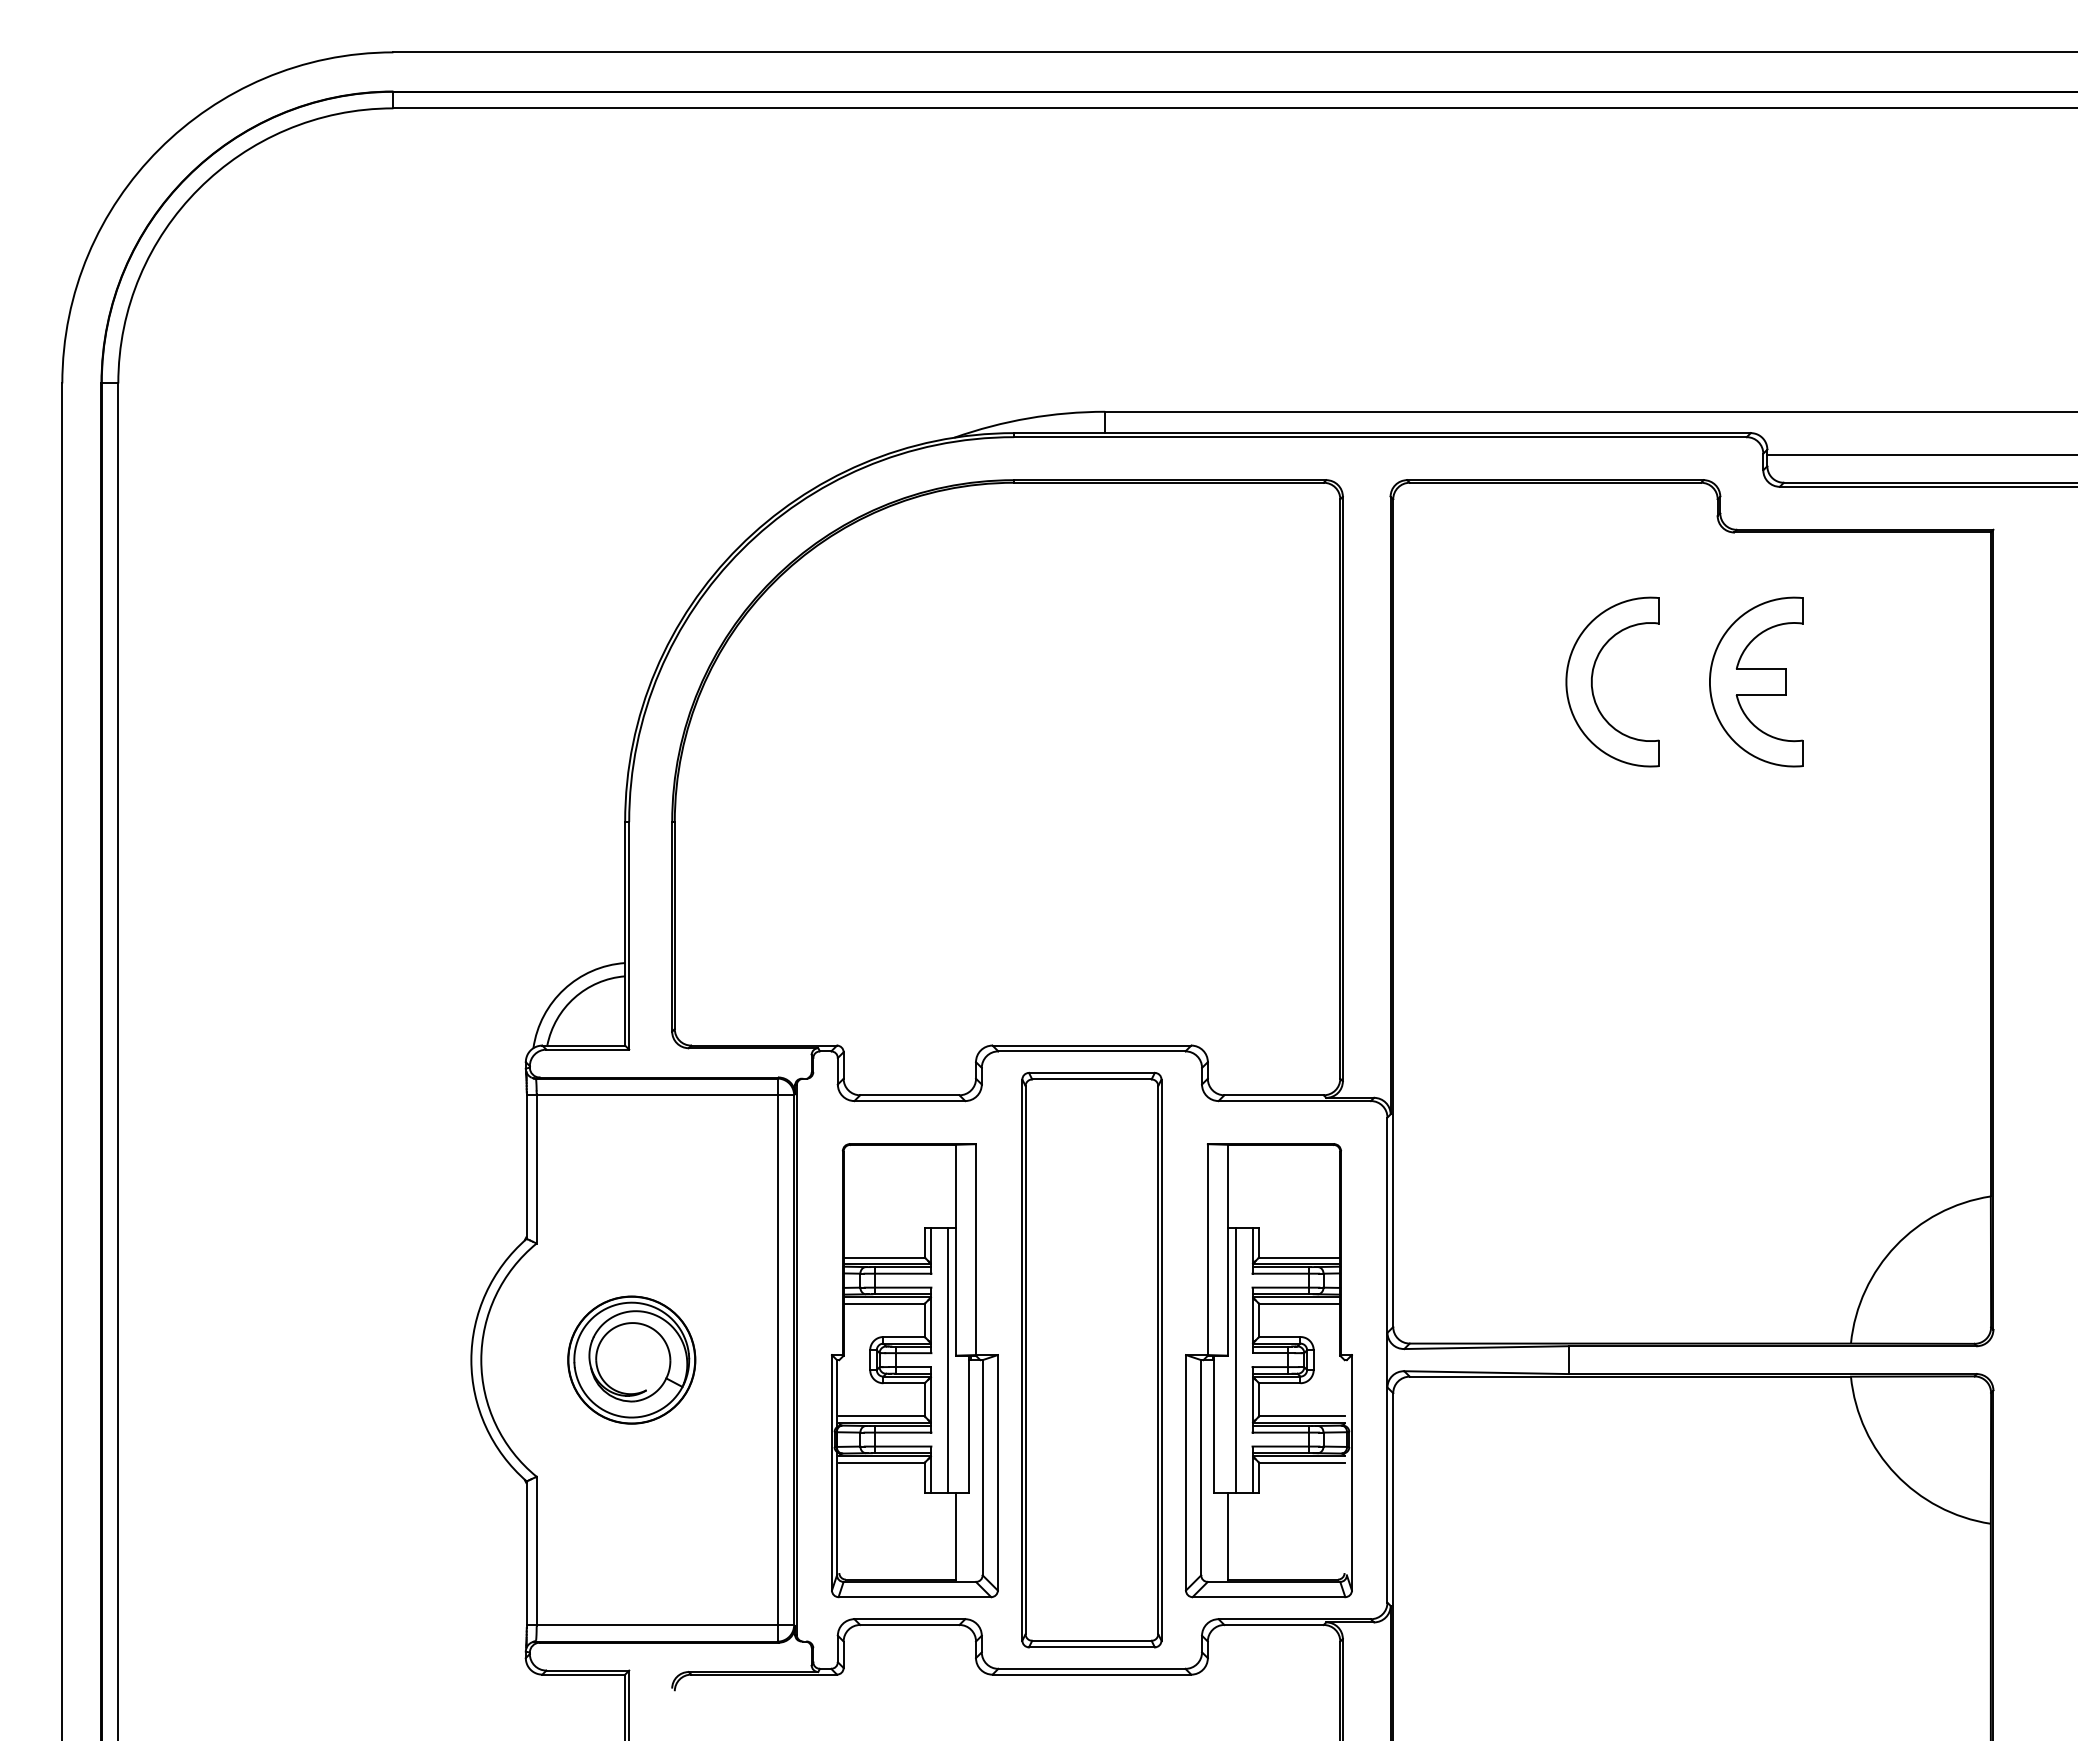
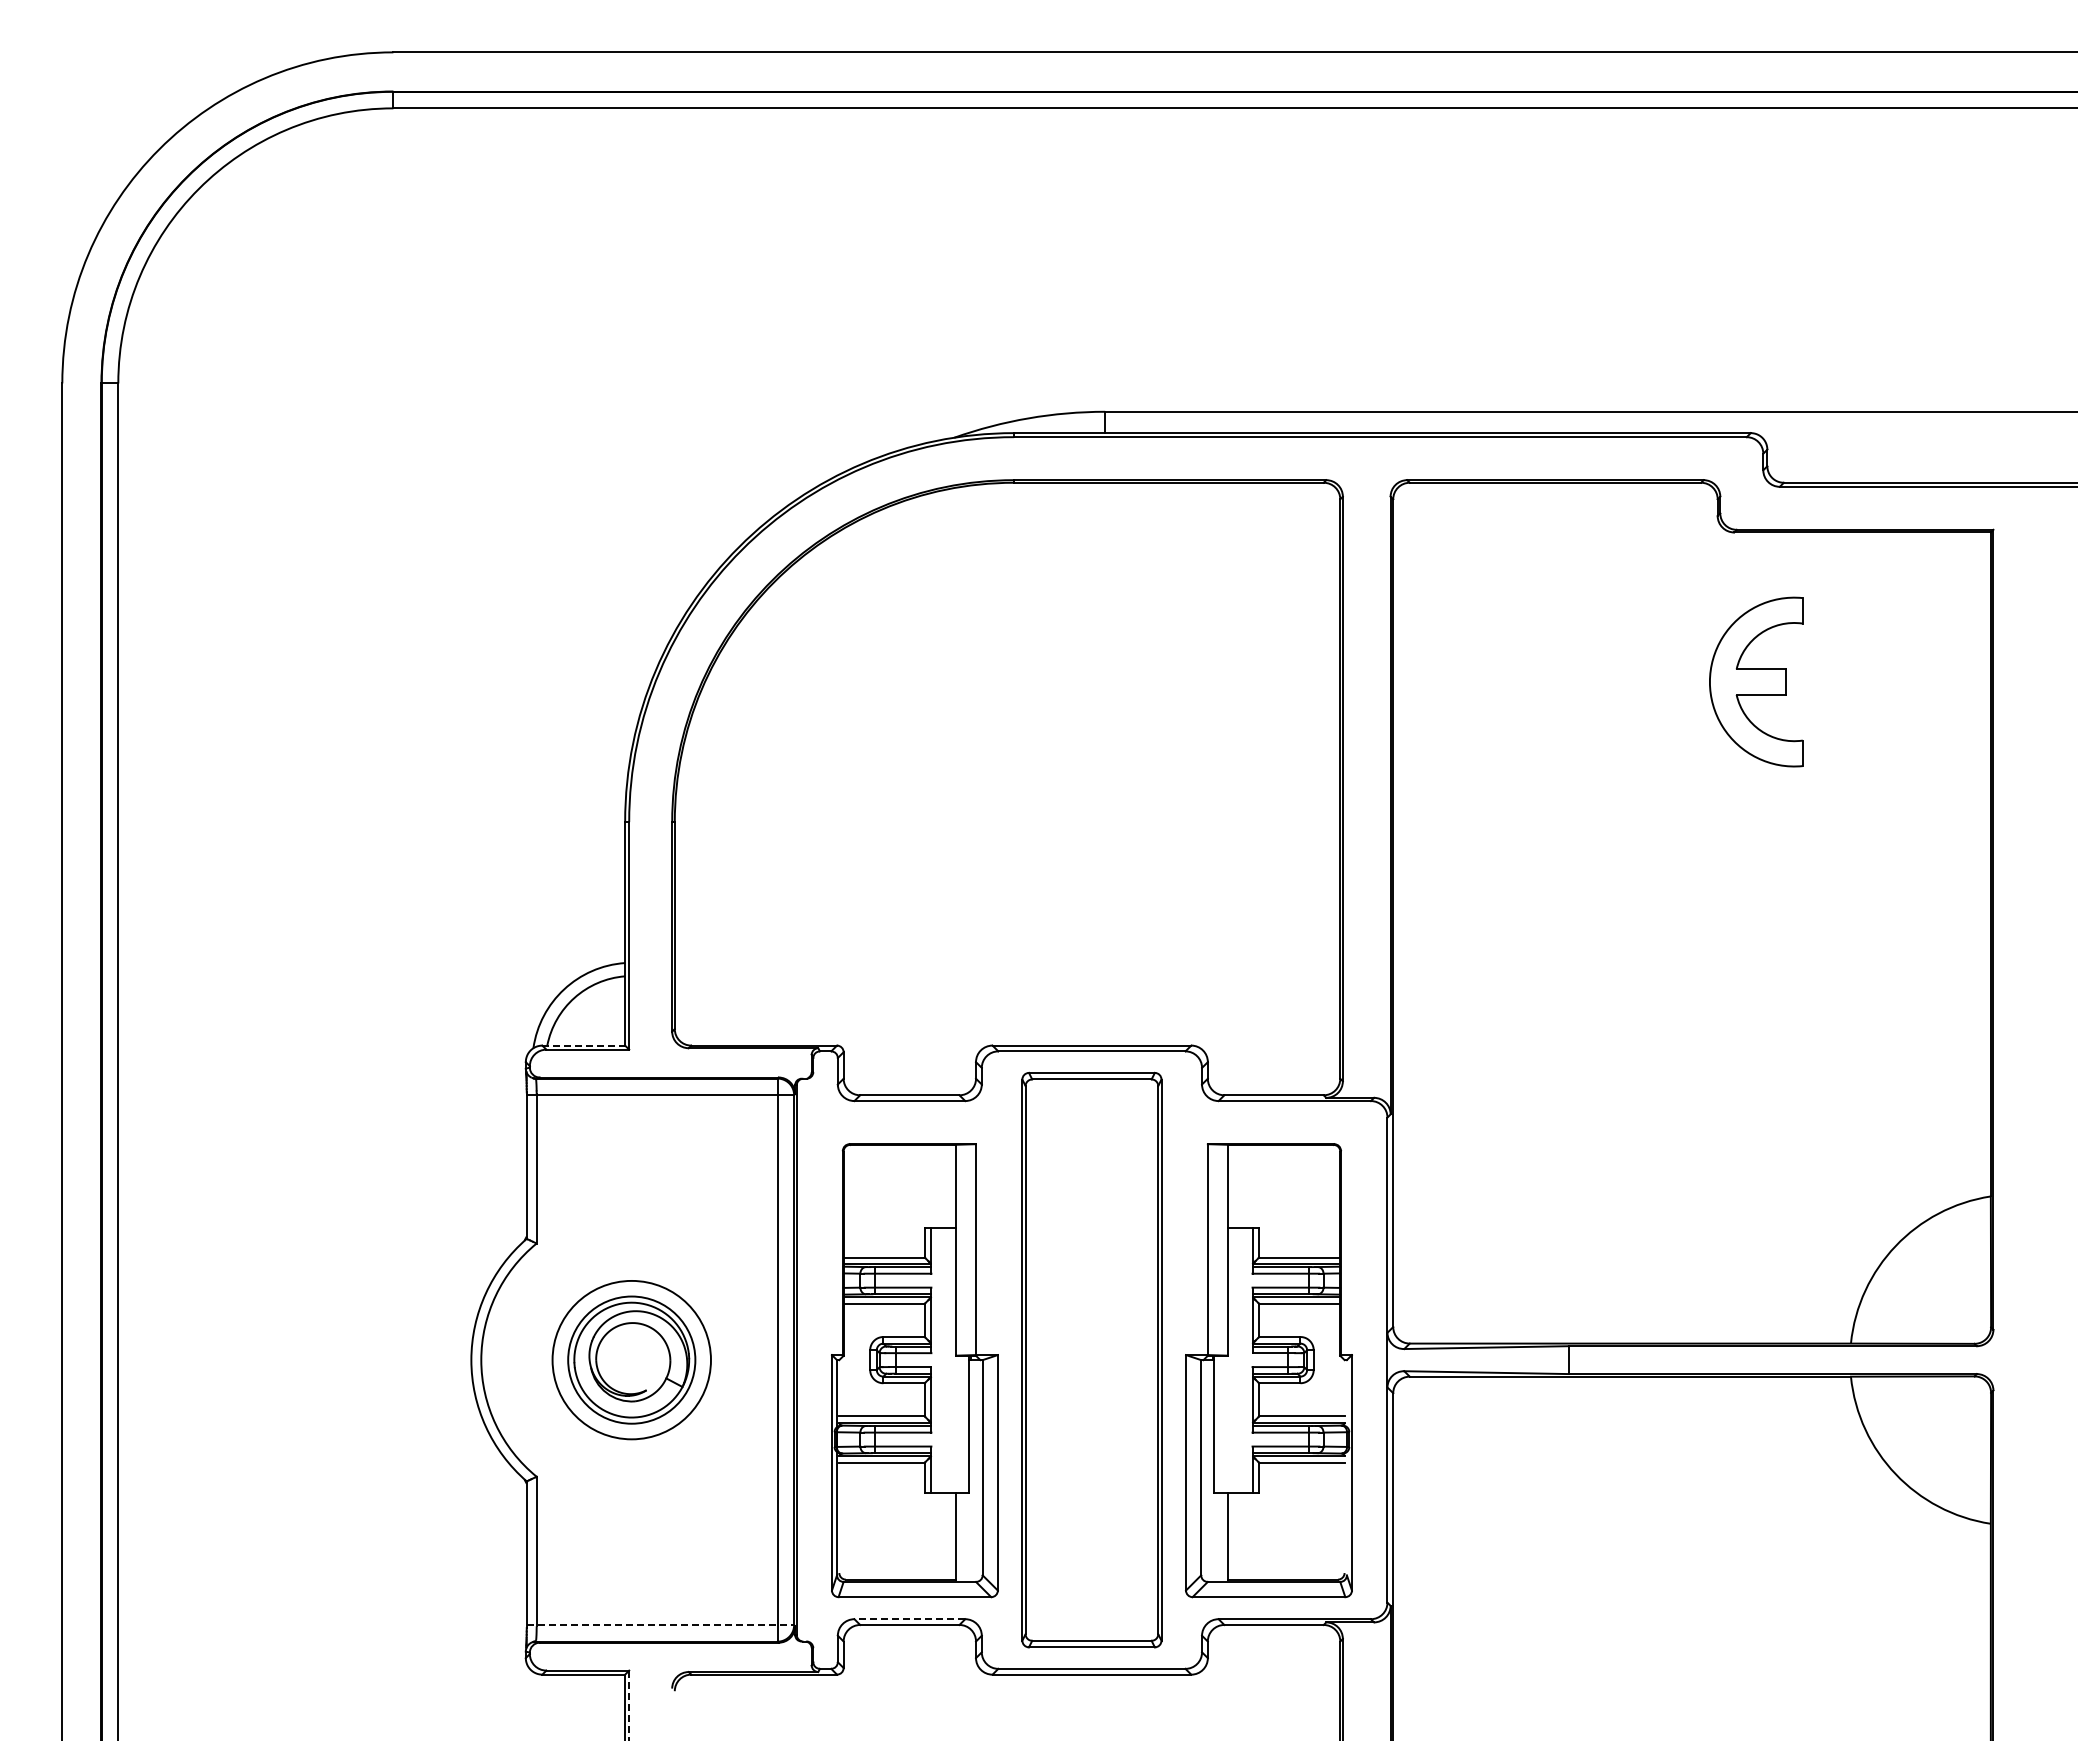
line at (1920, 454): present -> none
part at (1593, 675): present -> none
line at (584, 1045): solid -> dashed
circle at (631, 1359) diameter: 127 px -> 158 px
line at (947, 1359): present -> none
line at (1235, 1359): present -> none
line at (909, 1619): solid -> dashed
line at (660, 1625): solid -> dashed
line at (629, 1705): solid -> dashed
